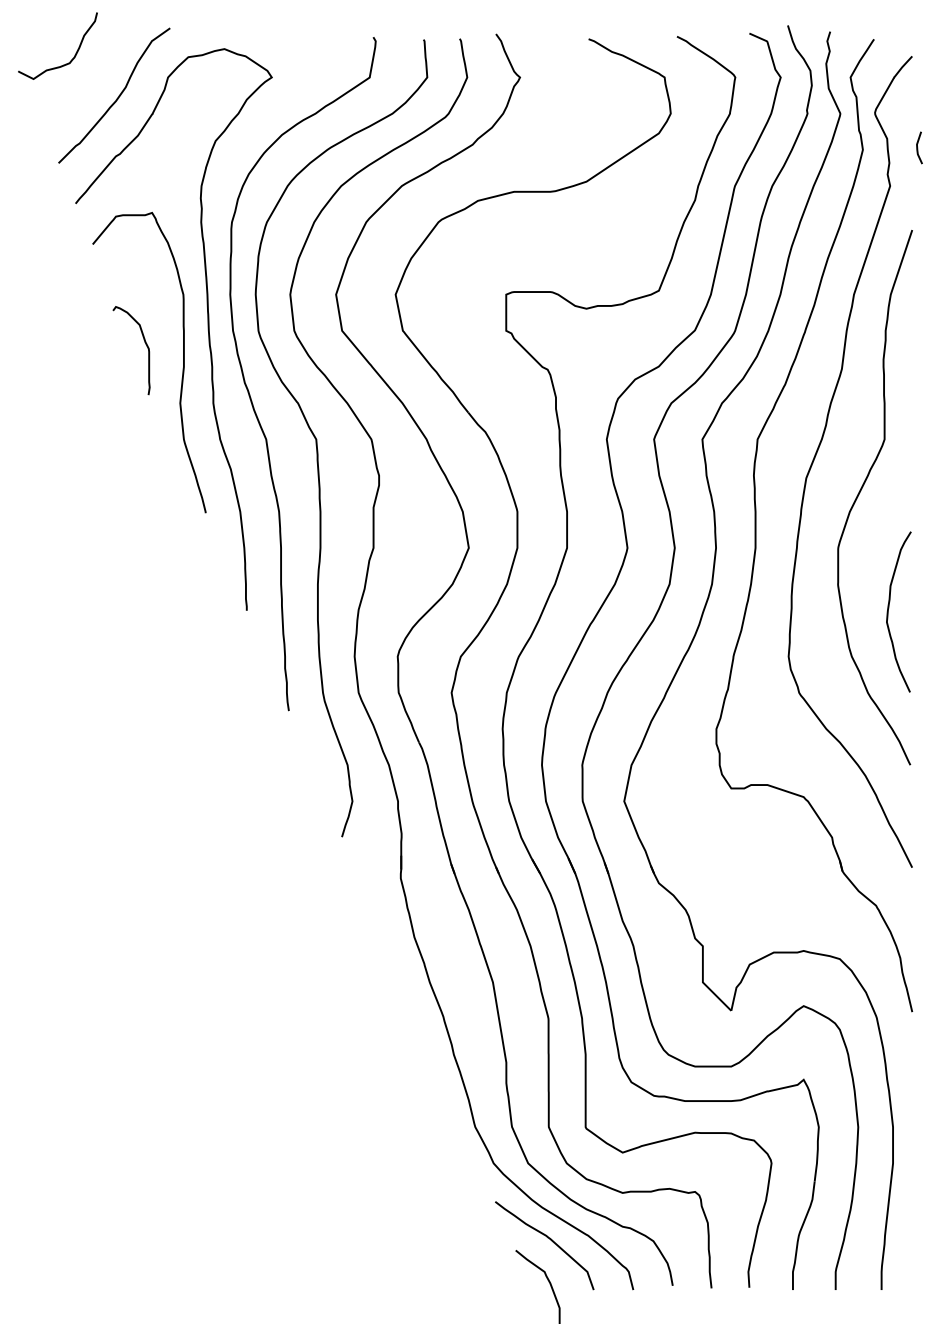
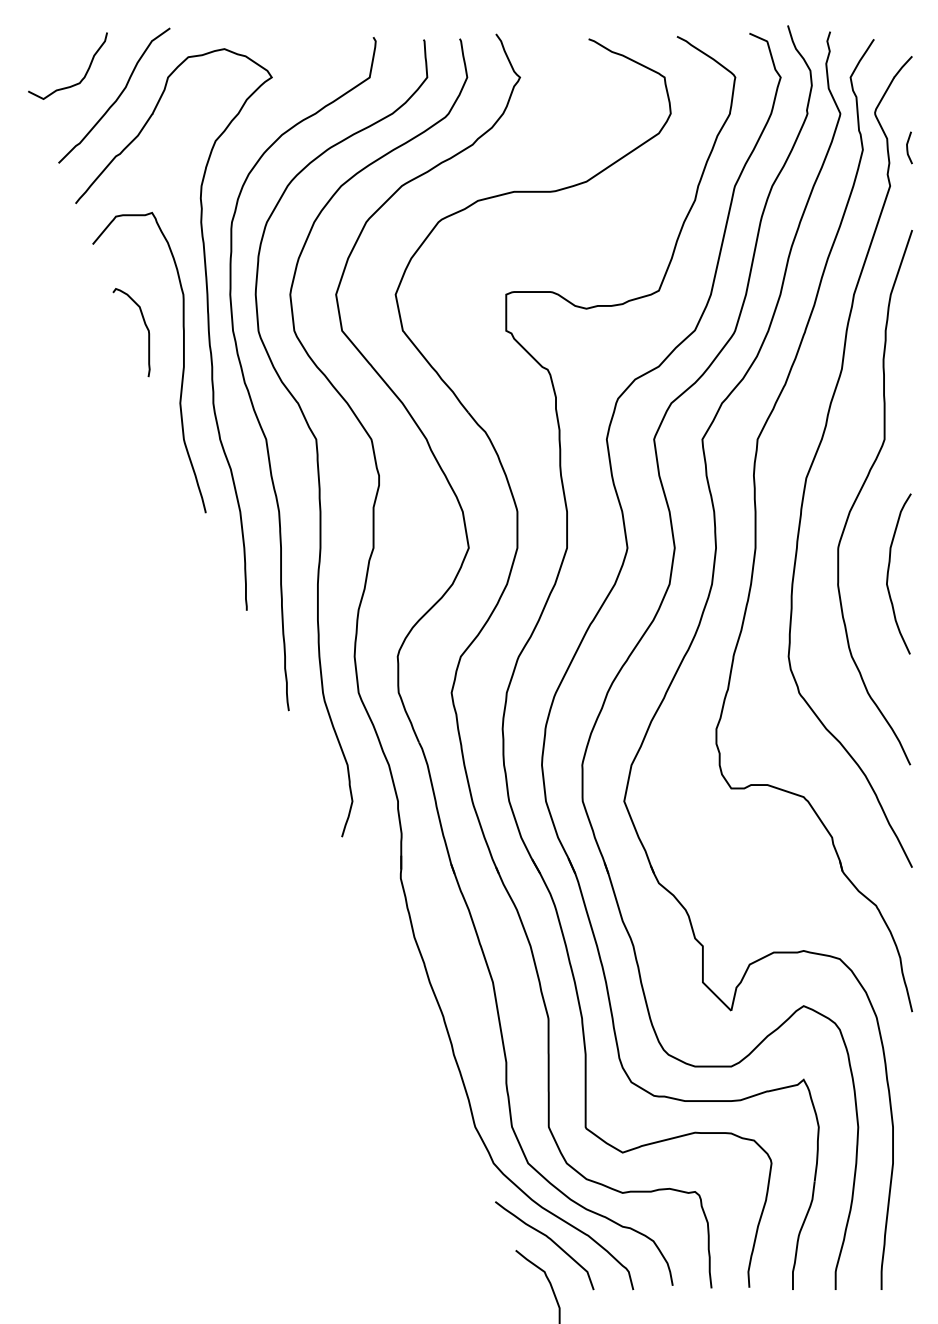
curve at (75, 53) position: (75, 53) -> (85, 73)
line at (918, 147) position: (918, 147) -> (908, 147)
curve at (145, 344) position: (145, 344) -> (145, 326)
curve at (889, 608) position: (889, 608) -> (889, 570)
